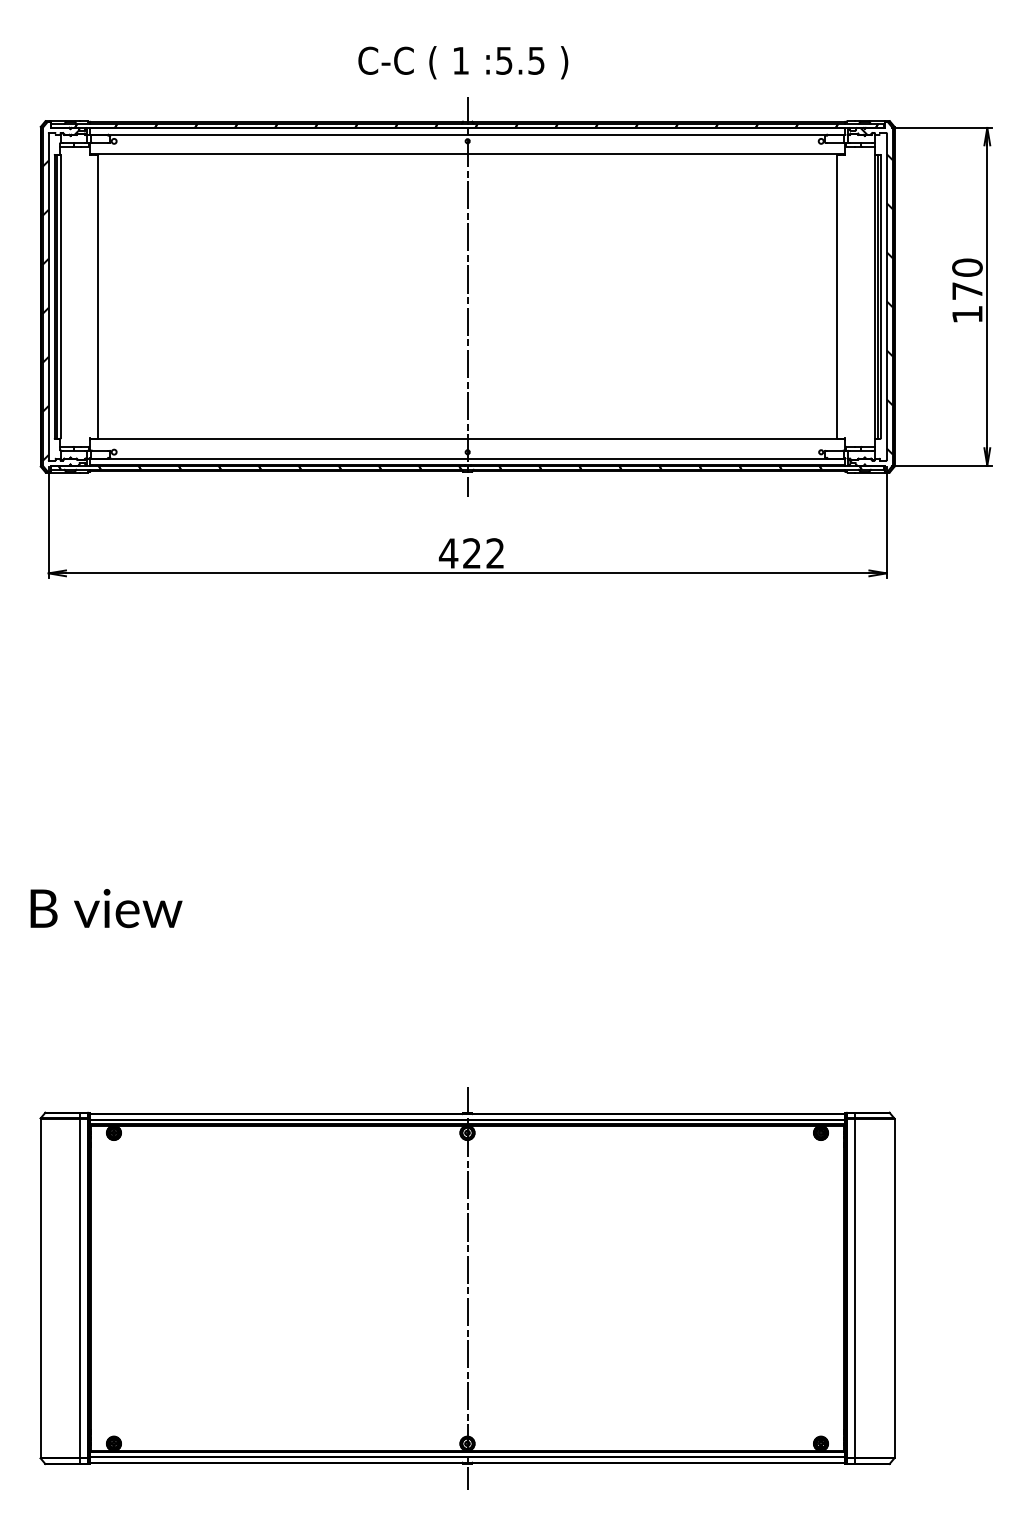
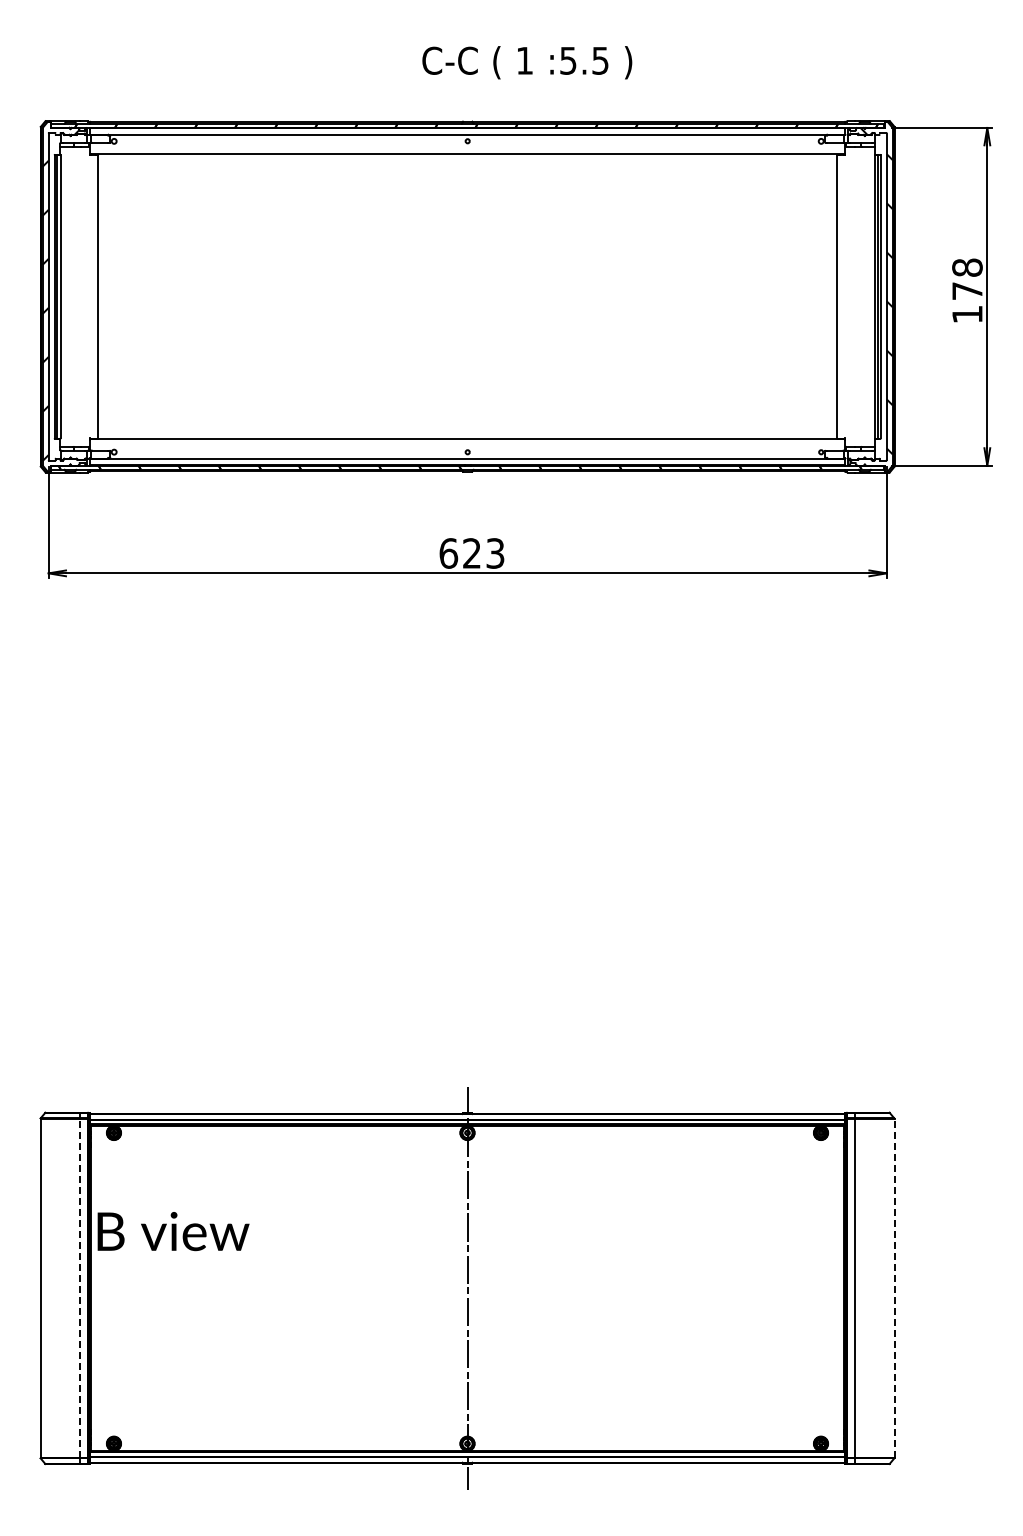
text at (463, 62) position: (463, 62) -> (527, 62)
text at (967, 267): 170 -> 178
line at (467, 296): present -> none
text at (471, 553): 422 -> 623
text at (106, 908) position: (106, 908) -> (173, 1231)
line at (80, 1288): solid -> dashed
line at (894, 1288): solid -> dashed
